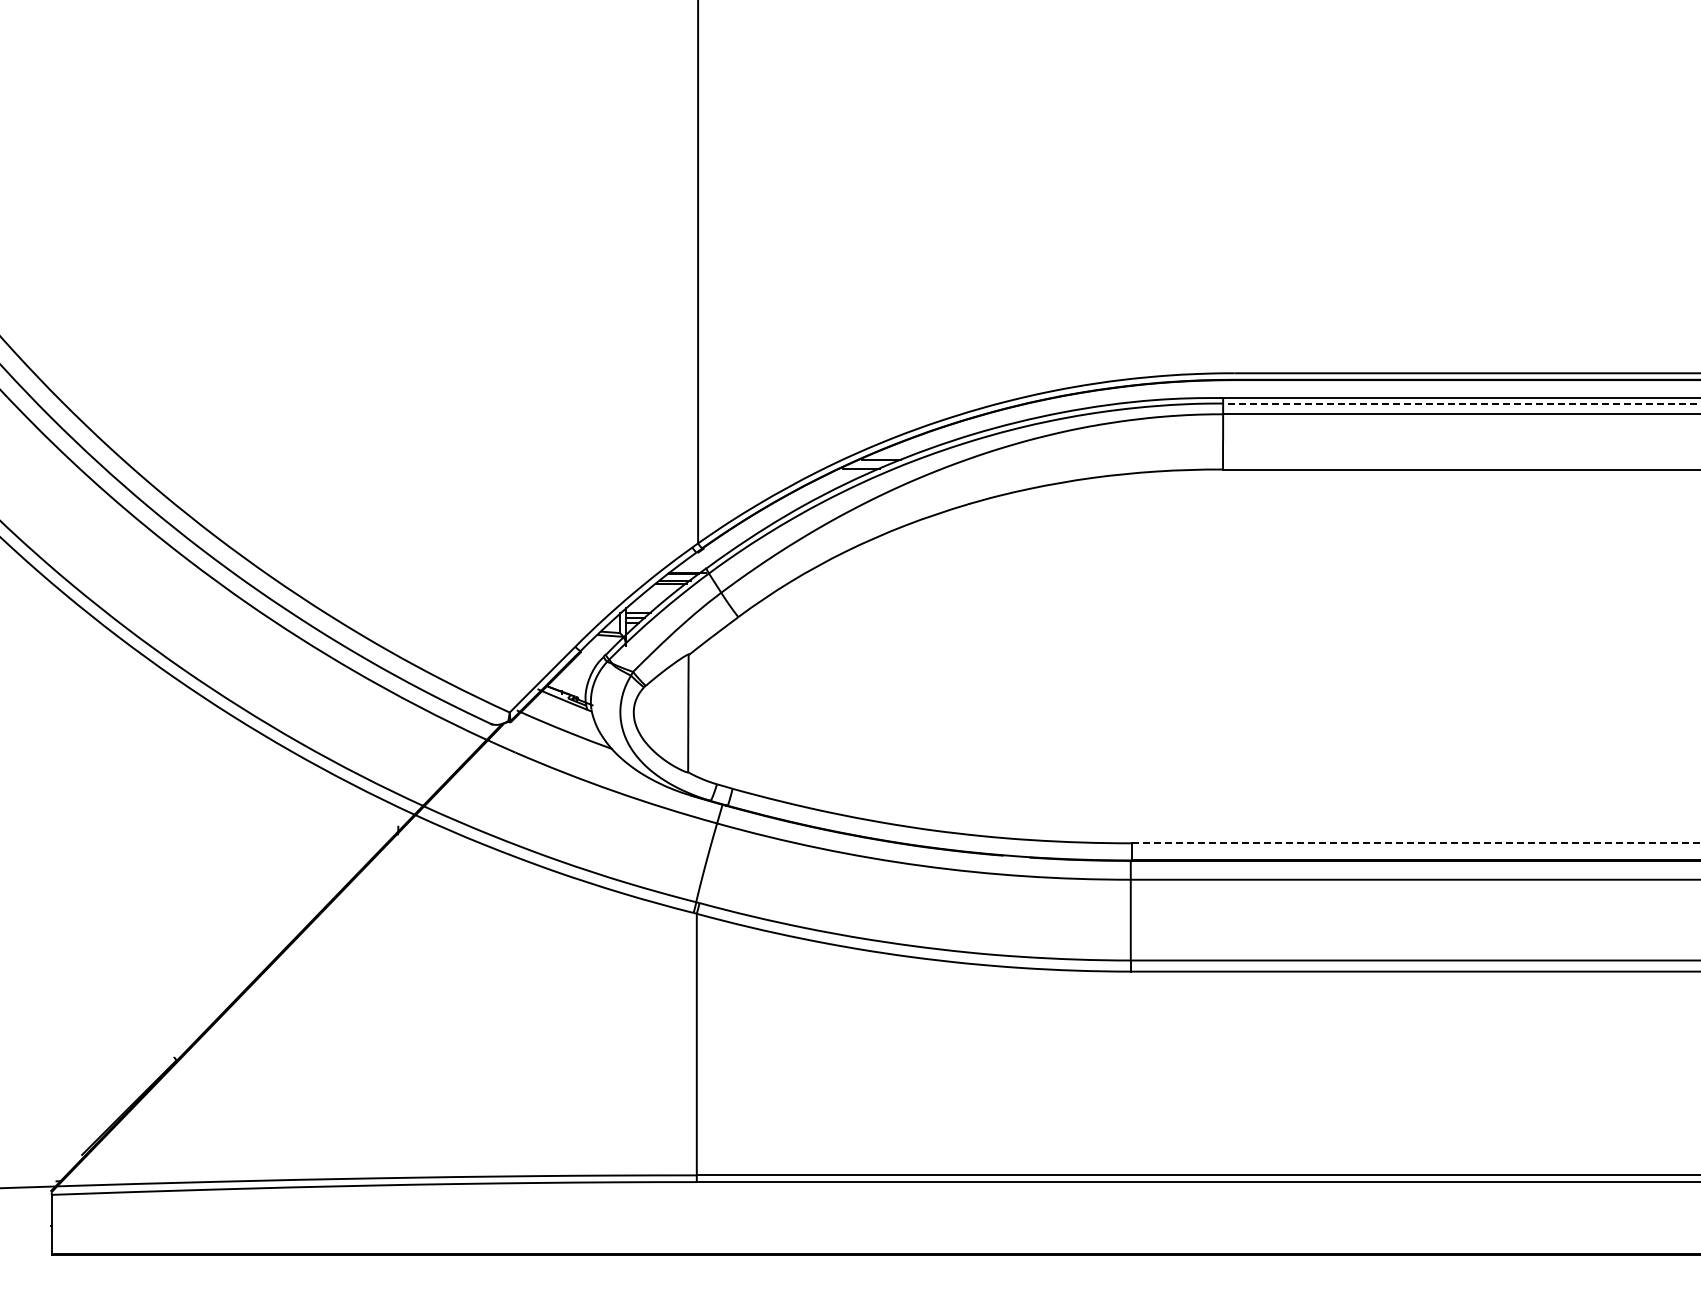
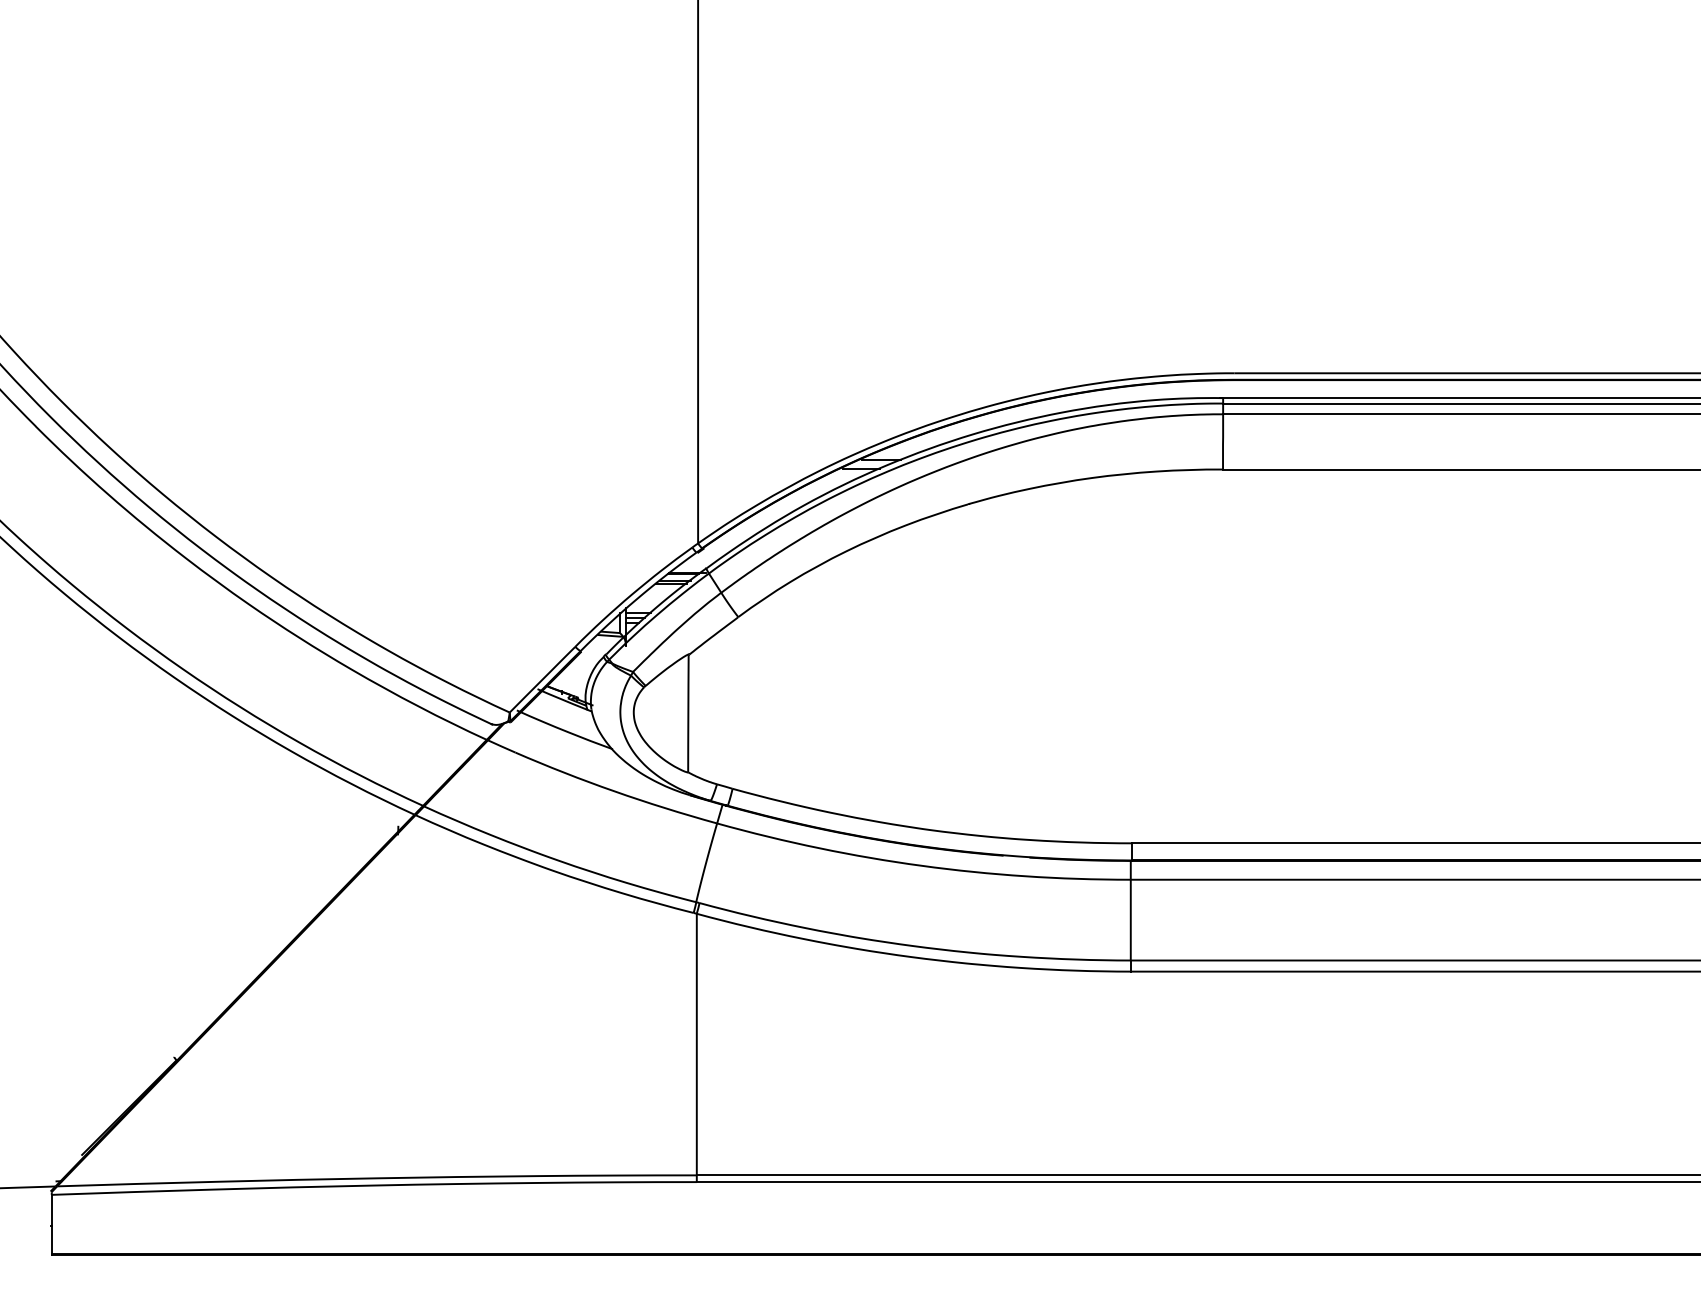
line at (1461, 403): dashed -> solid
line at (1416, 843): dashed -> solid
